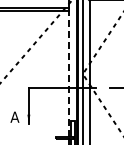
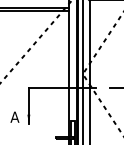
line at (69, 73): dashed -> solid
